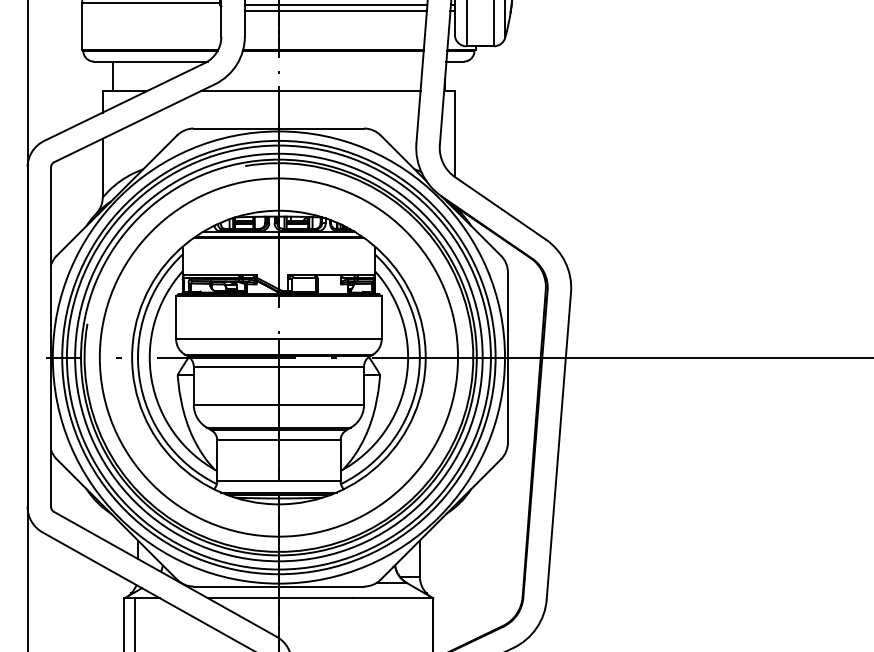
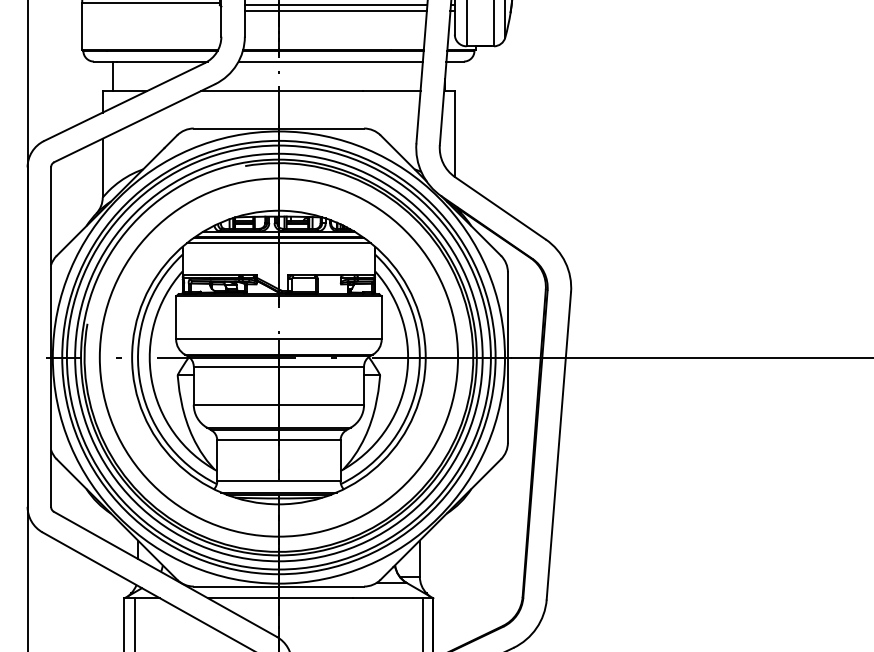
line at (330, 61): none -> present
line at (278, 243): none -> present
line at (422, 623): none -> present
